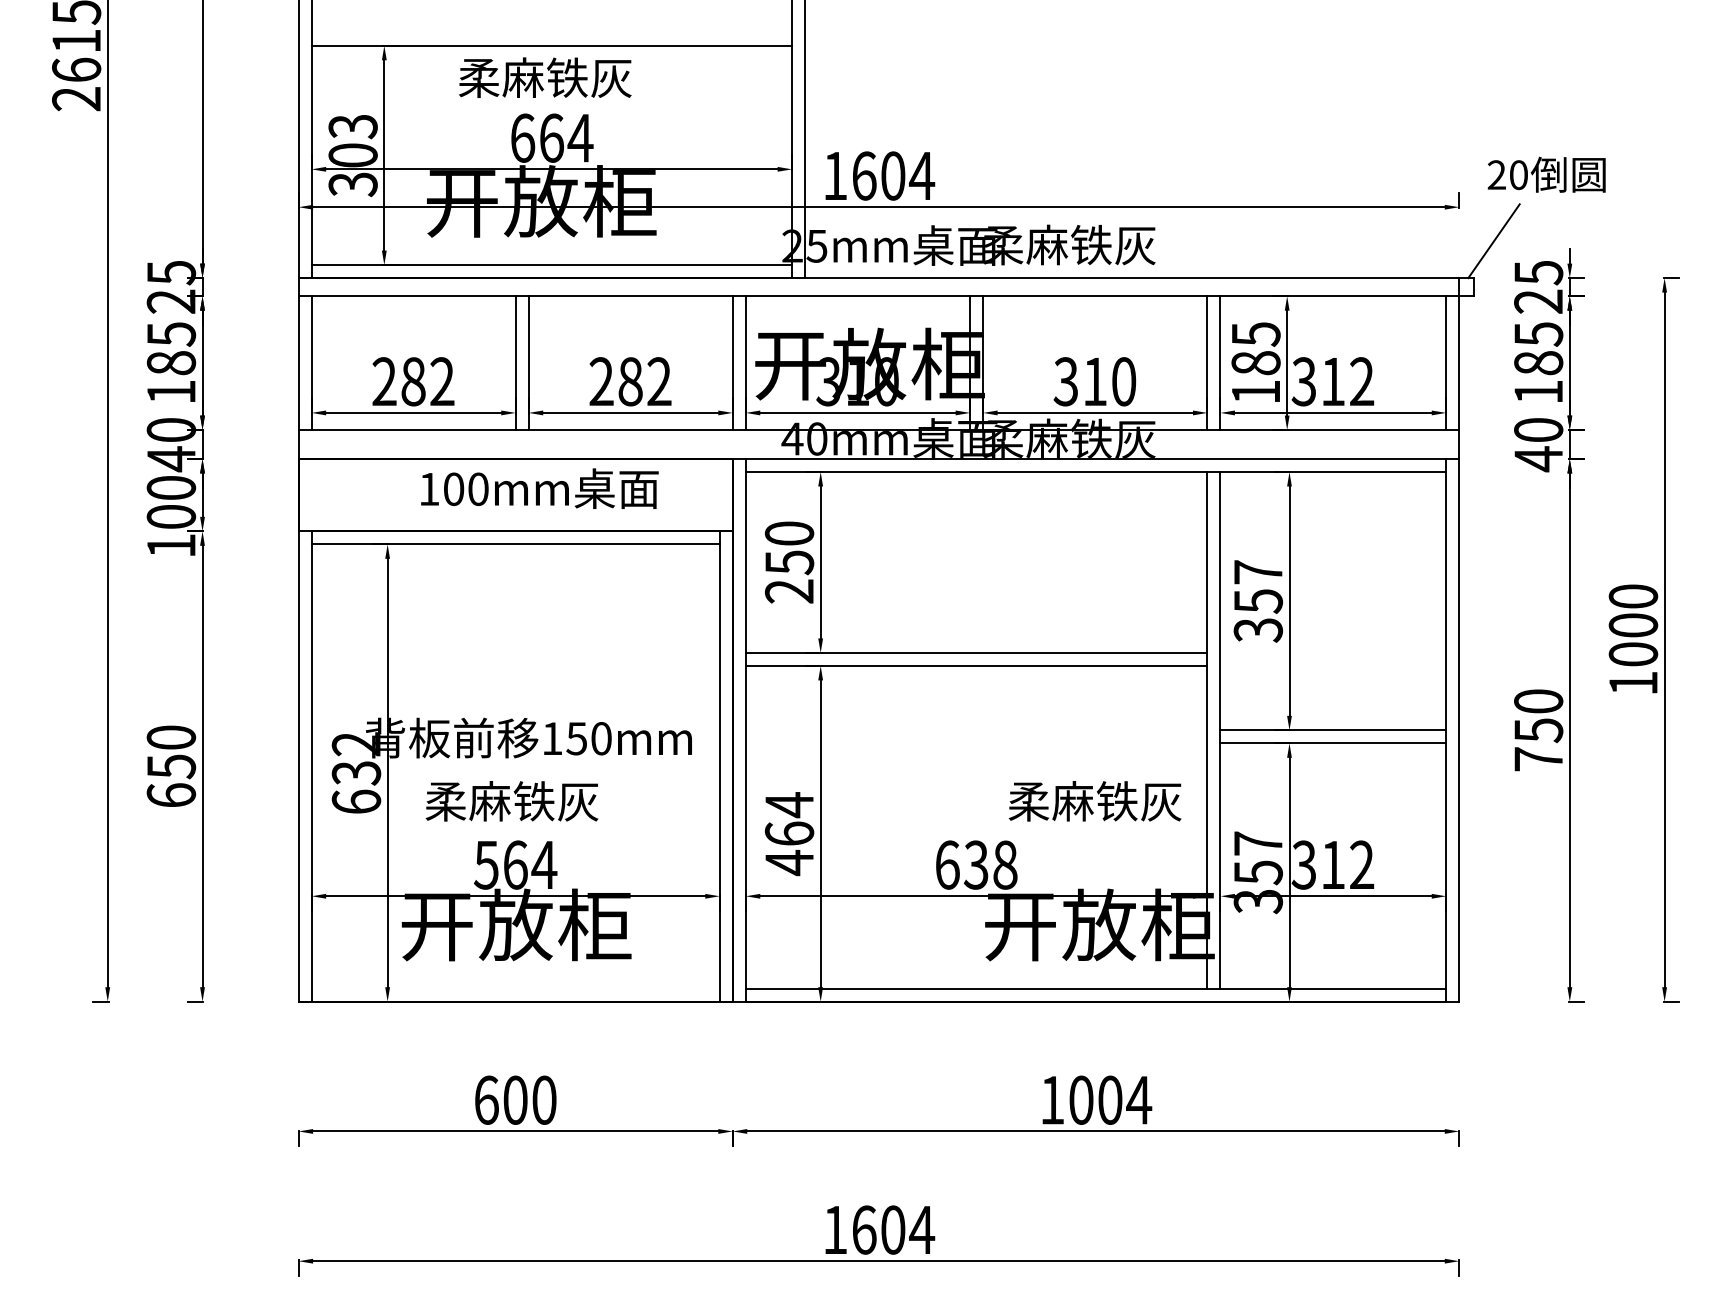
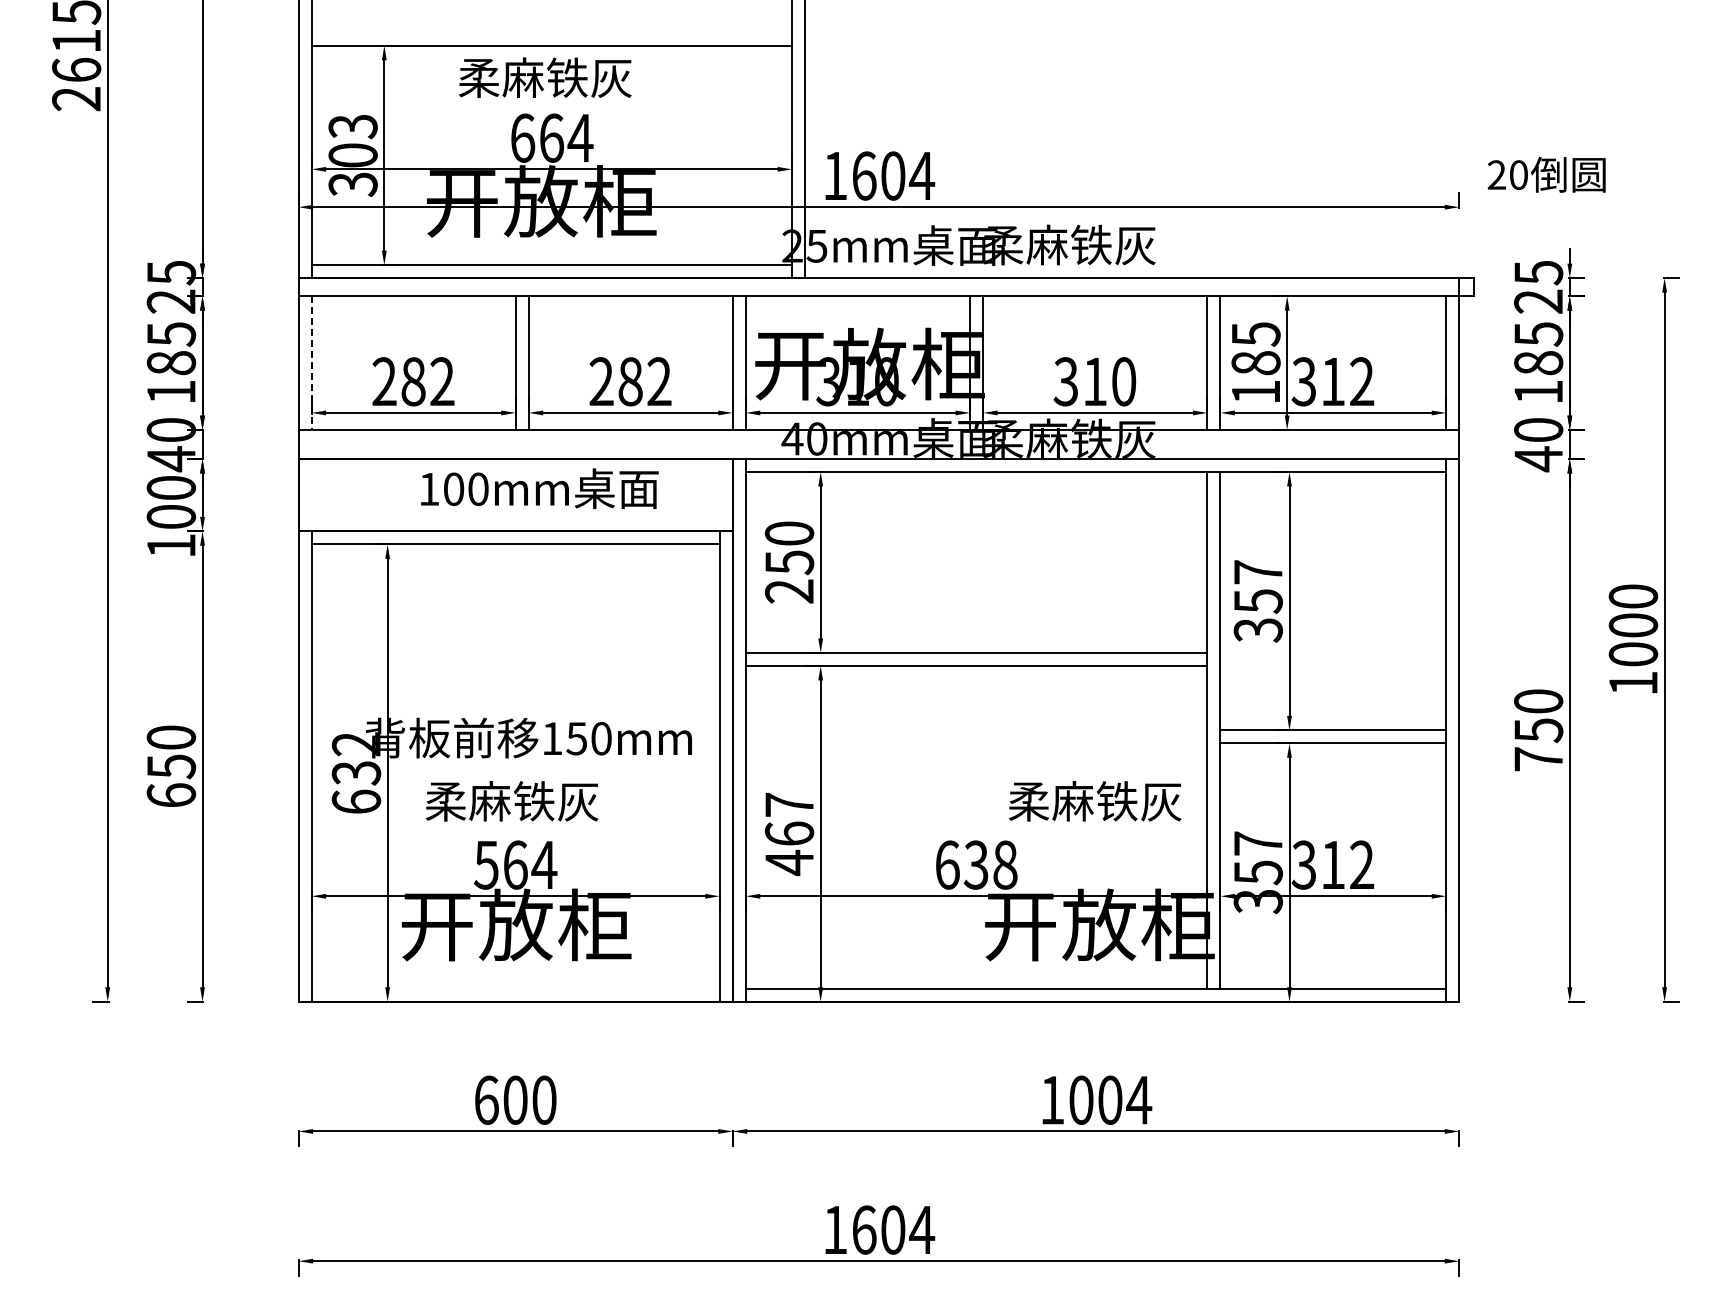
line at (1493, 241): present -> none
line at (311, 363): solid -> dashed
text at (789, 805): 464 -> 467
